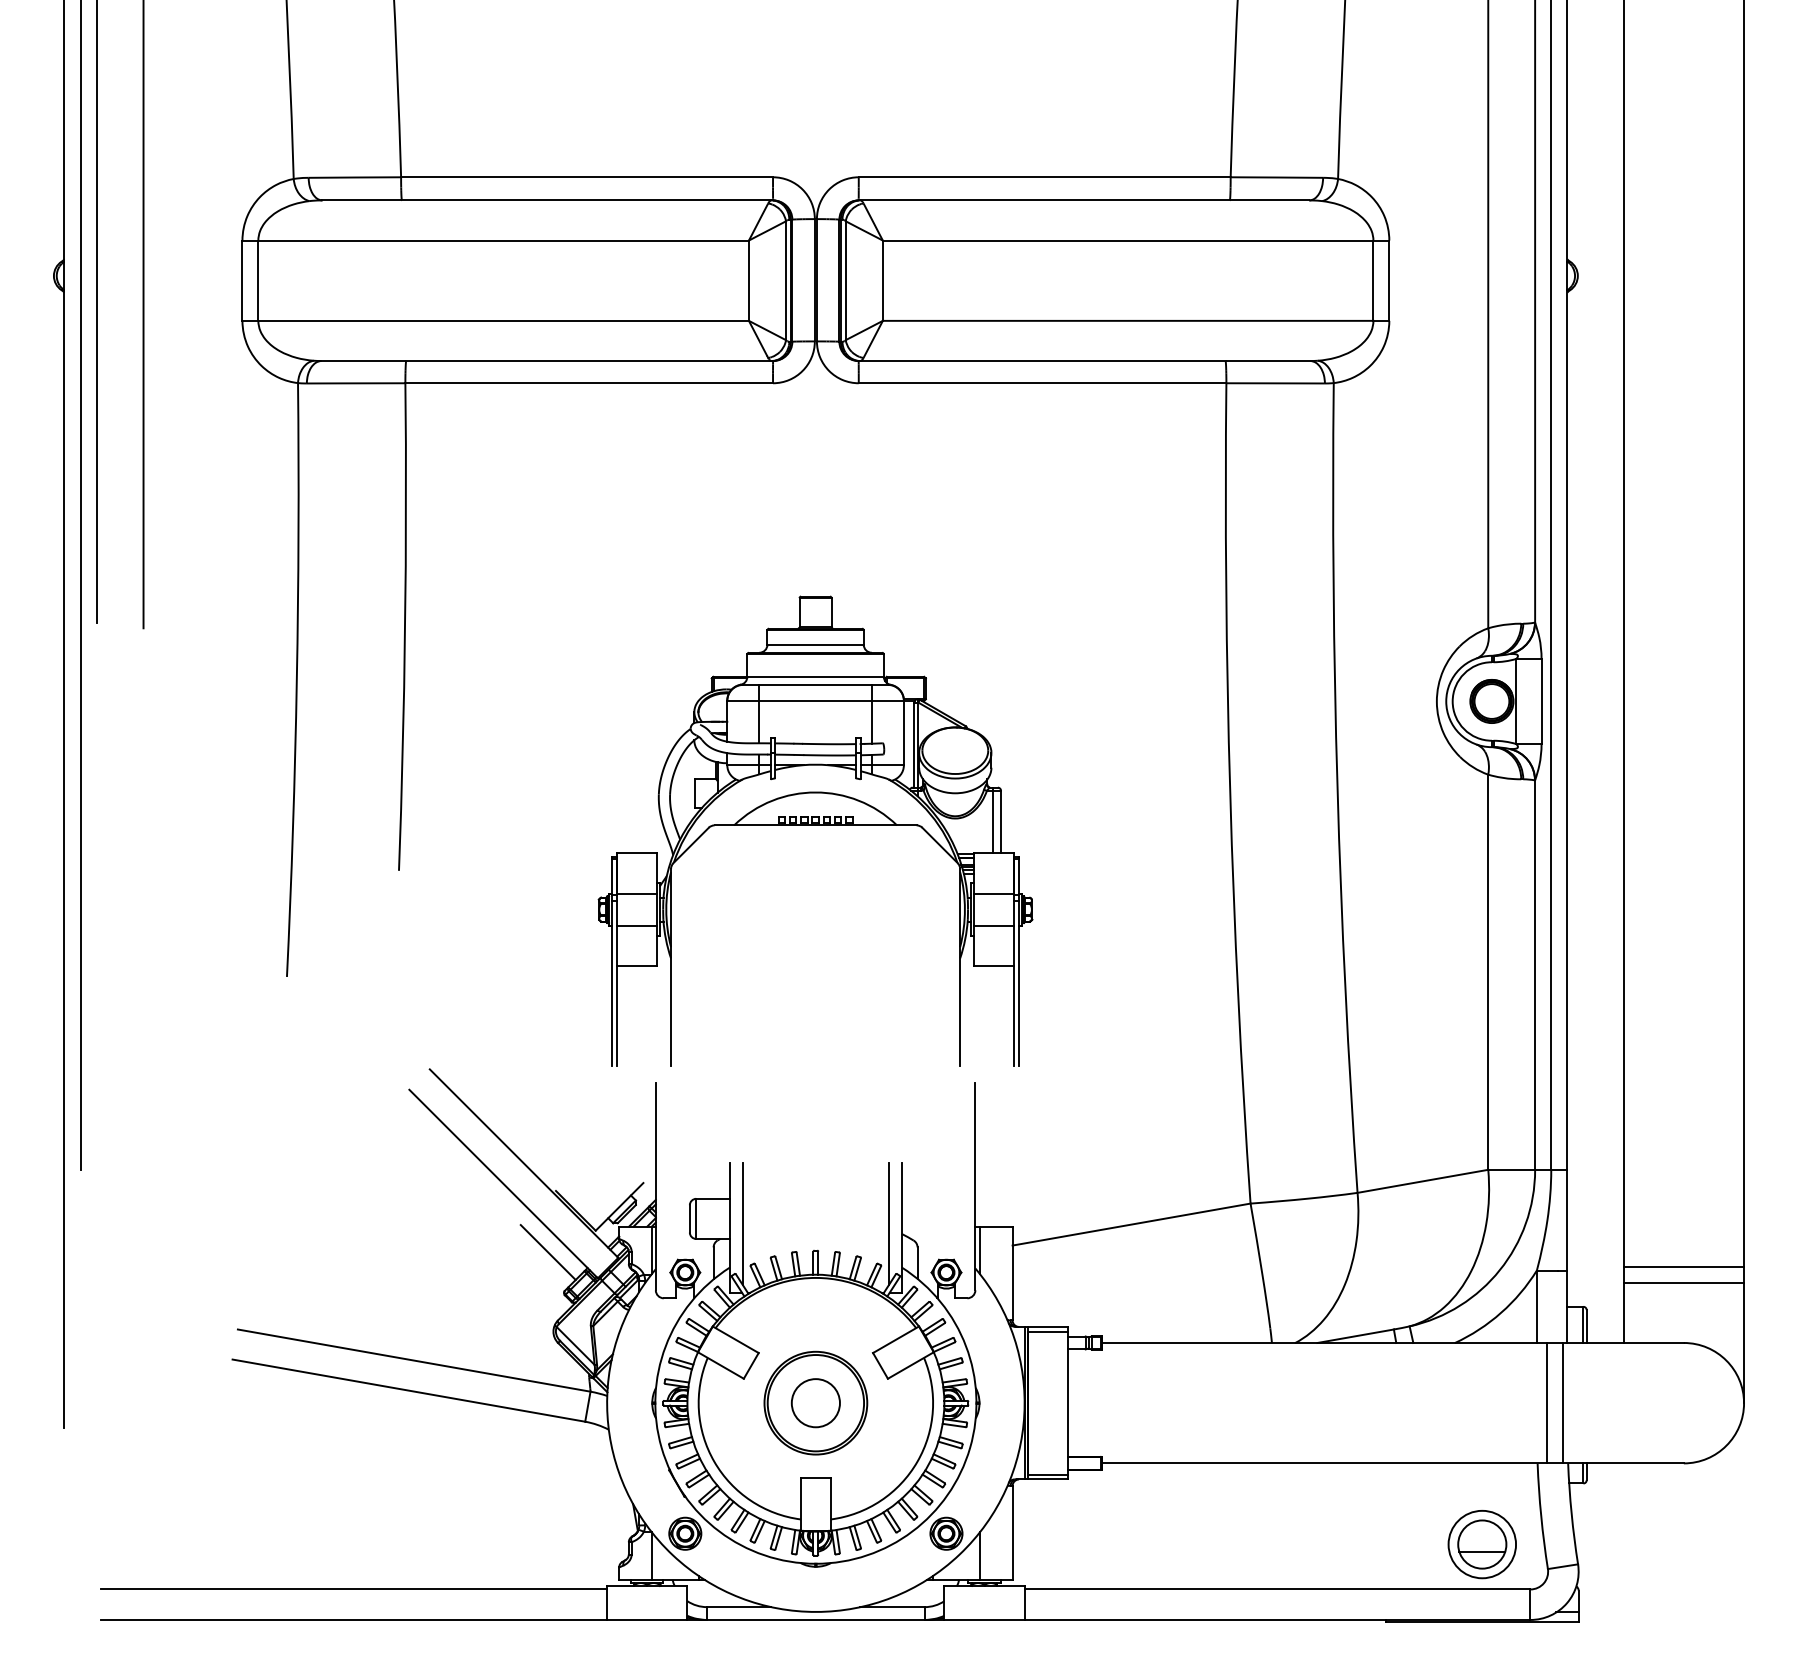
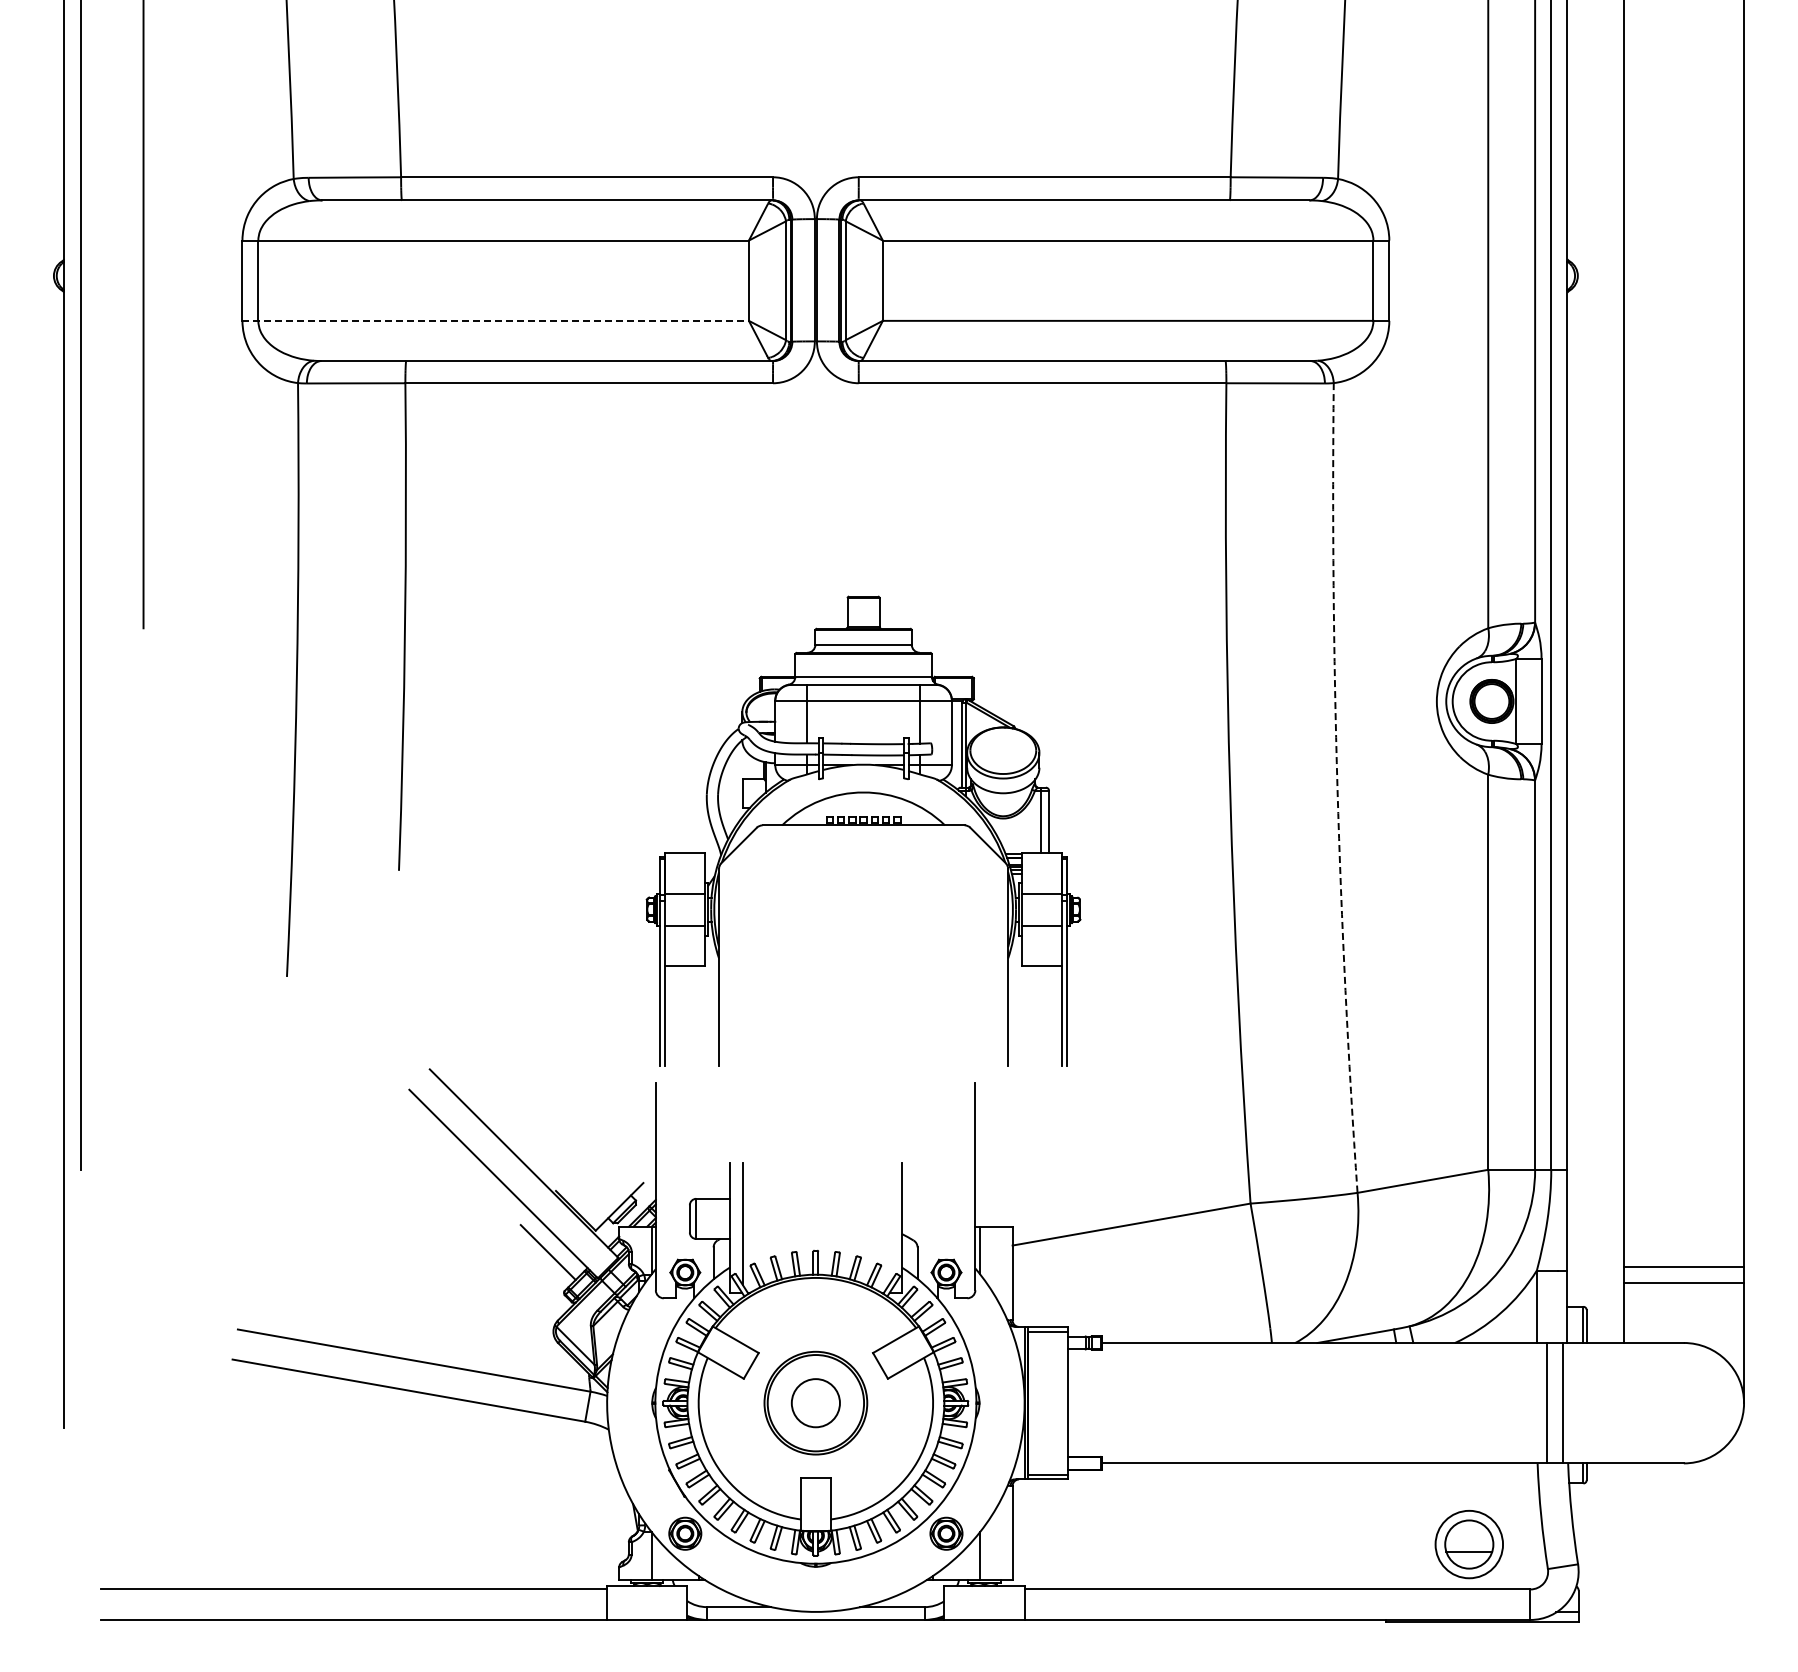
line at (96, 312): present -> none
line at (496, 320): solid -> dashed
arc at (1337, 788): solid -> dashed
part at (815, 830) position: (815, 830) -> (863, 830)
line at (888, 1223): present -> none
part at (1481, 1544) position: (1481, 1544) -> (1468, 1544)
